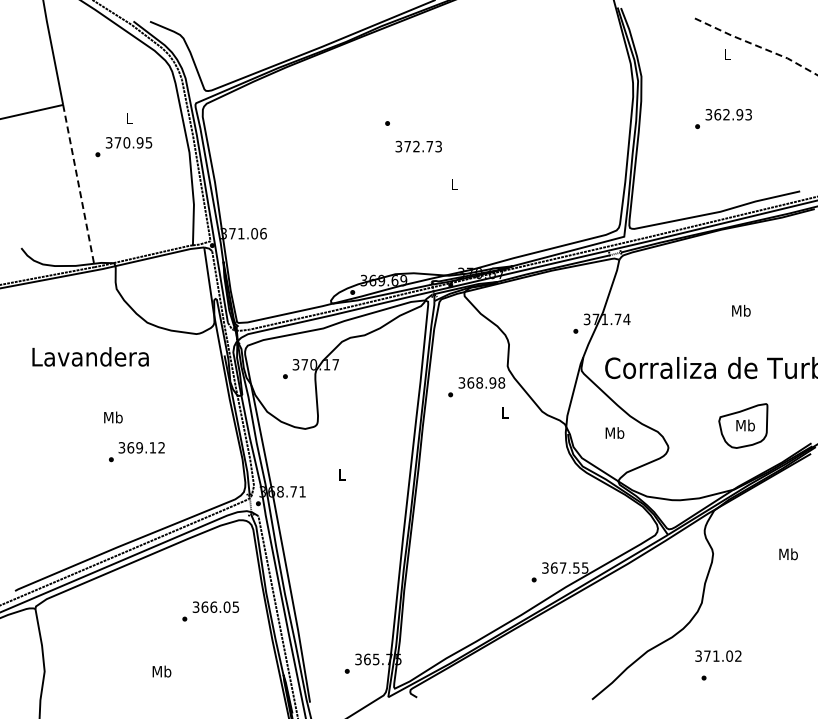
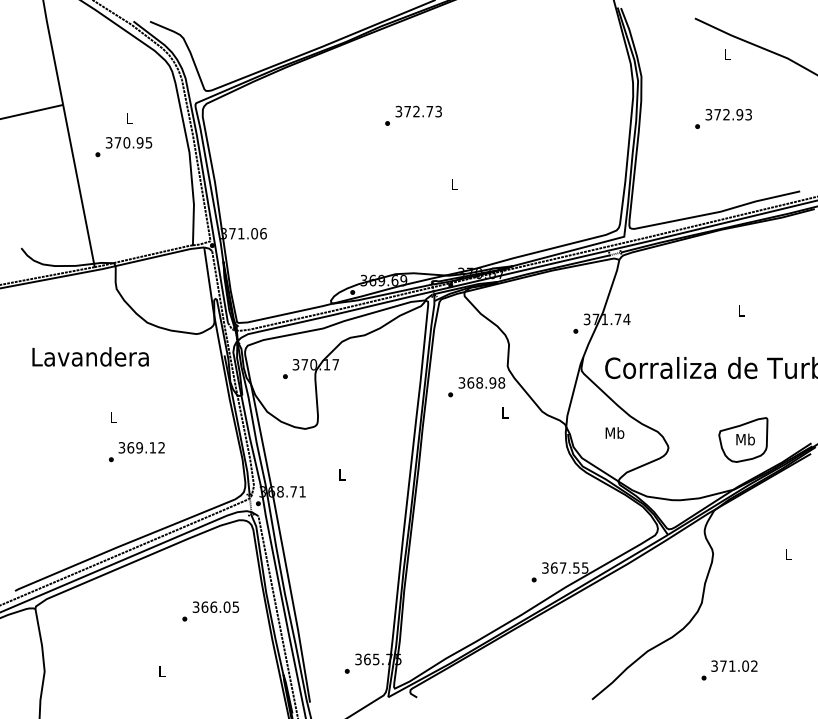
line at (757, 46): dashed -> solid
text at (717, 114): 362.93 -> 372.93
text at (418, 146) position: (418, 146) -> (418, 111)
line at (78, 186): dashed -> solid
text at (741, 310): Mb -> L
text at (113, 417): Mb -> L
part at (743, 425) position: (743, 425) -> (743, 439)
text at (788, 554): Mb -> L
text at (718, 655) position: (718, 655) -> (734, 665)
text at (161, 671): Mb -> L
